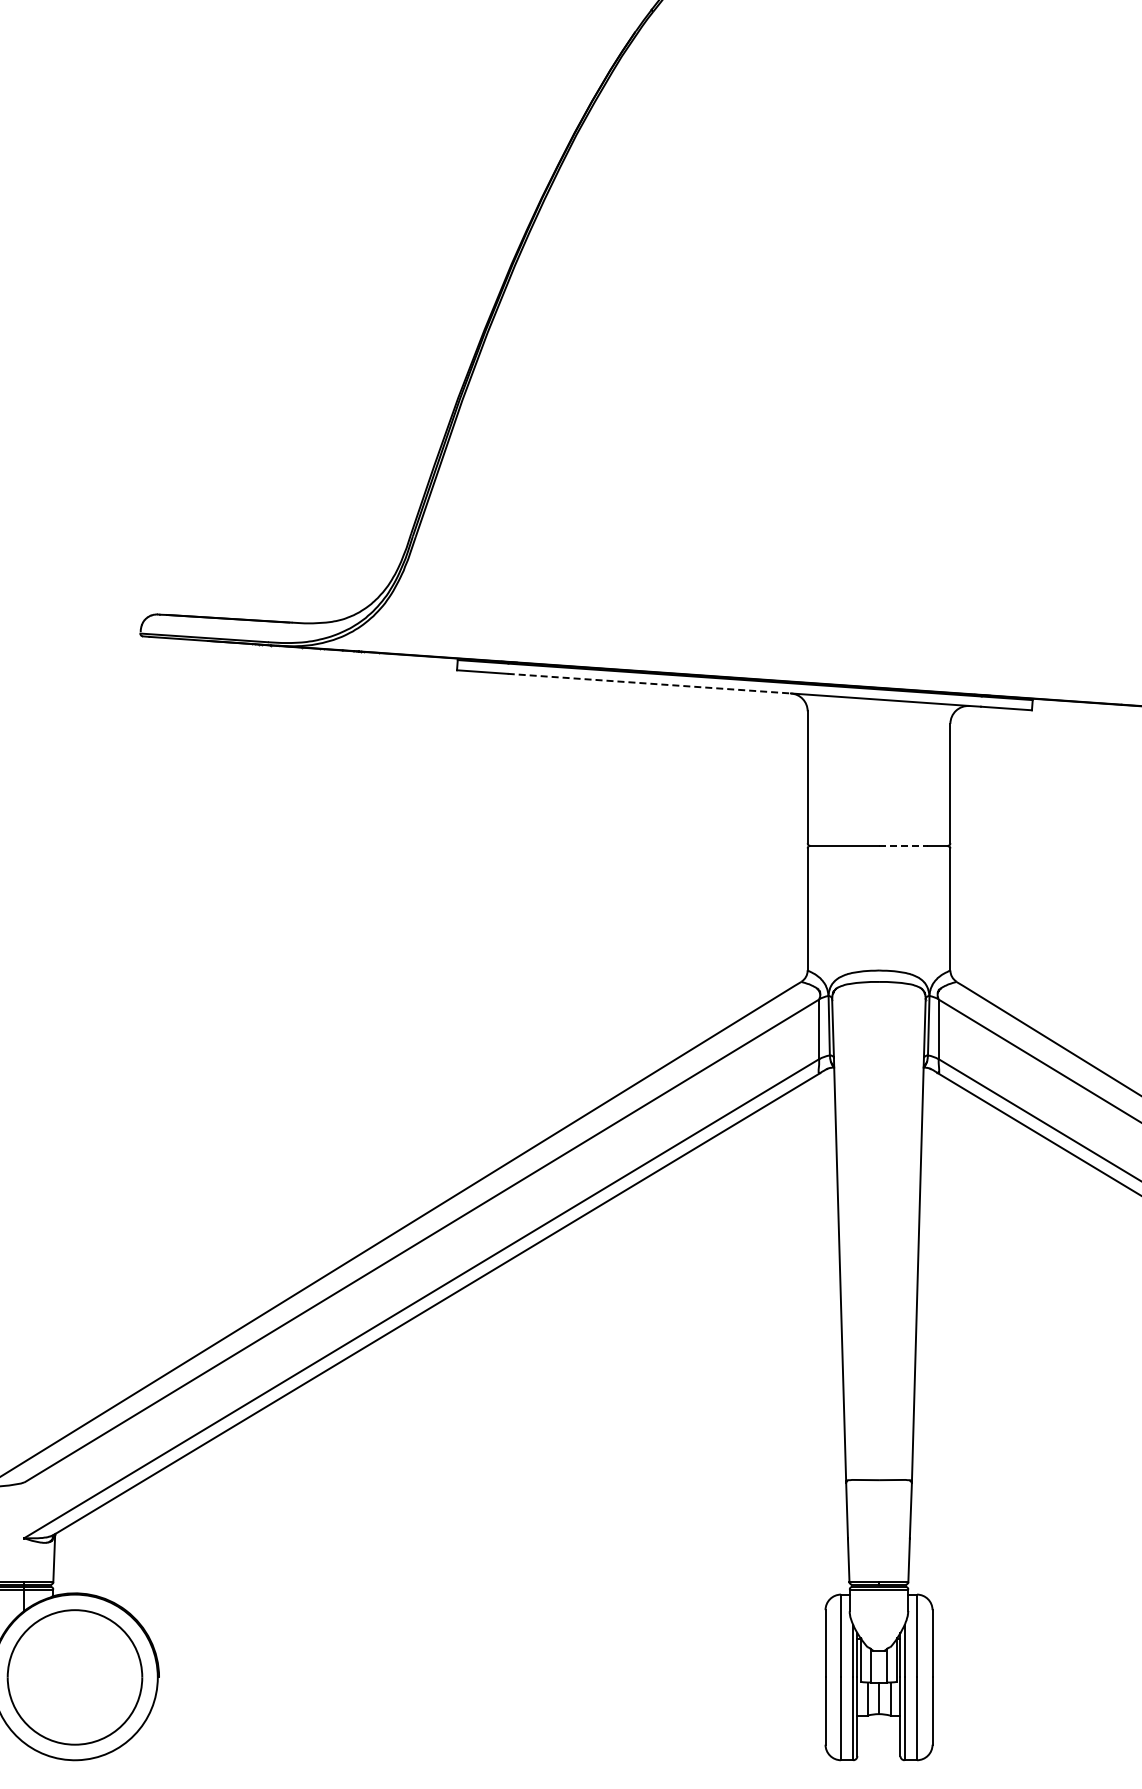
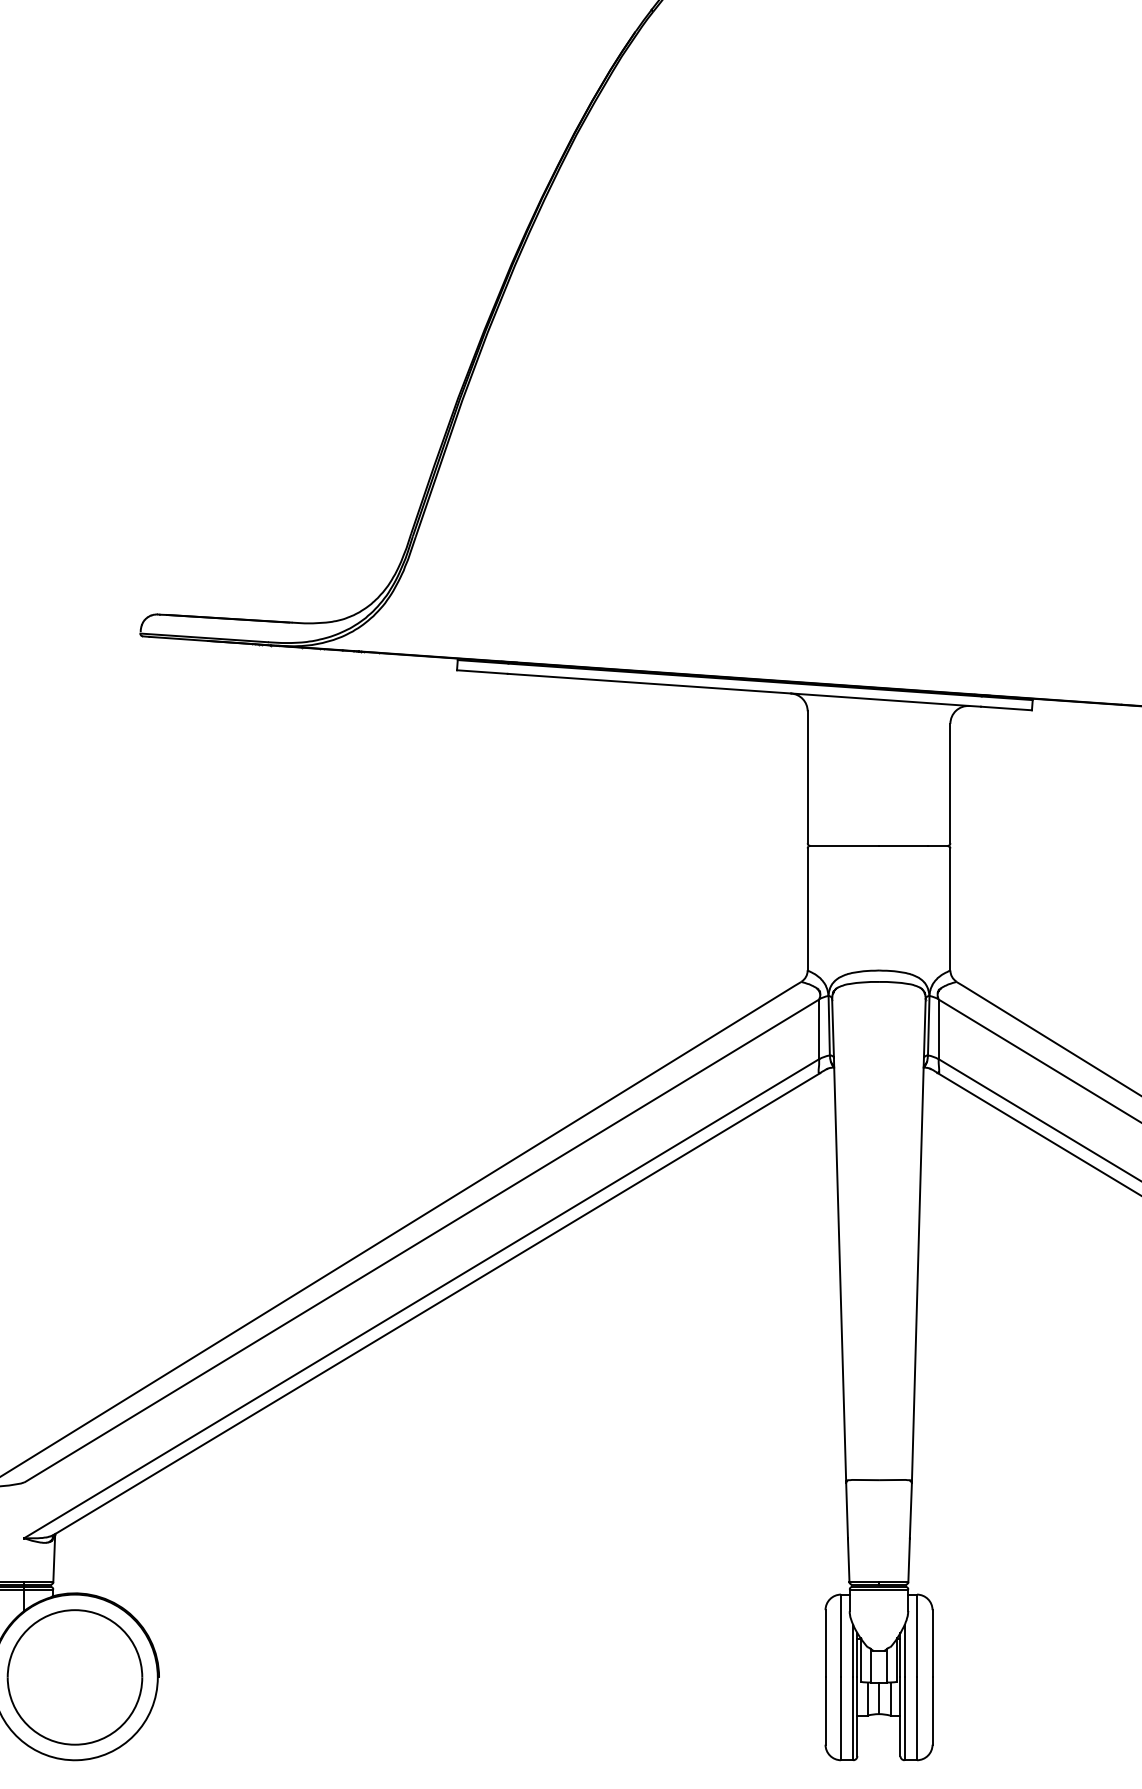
line at (649, 683): dashed -> solid
line at (903, 845): dashed -> solid
